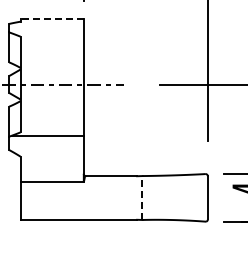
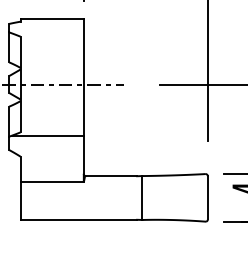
line at (52, 18): dashed -> solid
line at (142, 198): dashed -> solid
